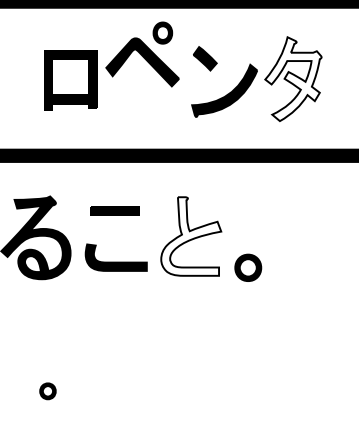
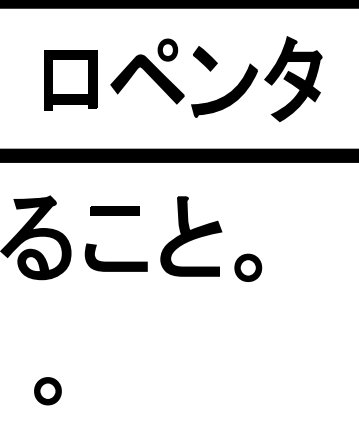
part at (142, 54) position: (142, 54) -> (147, 71)
fill at (293, 79): none -> present
fill at (191, 236): none -> present
part at (47, 391) size: 18x19 px -> 28x29 px
